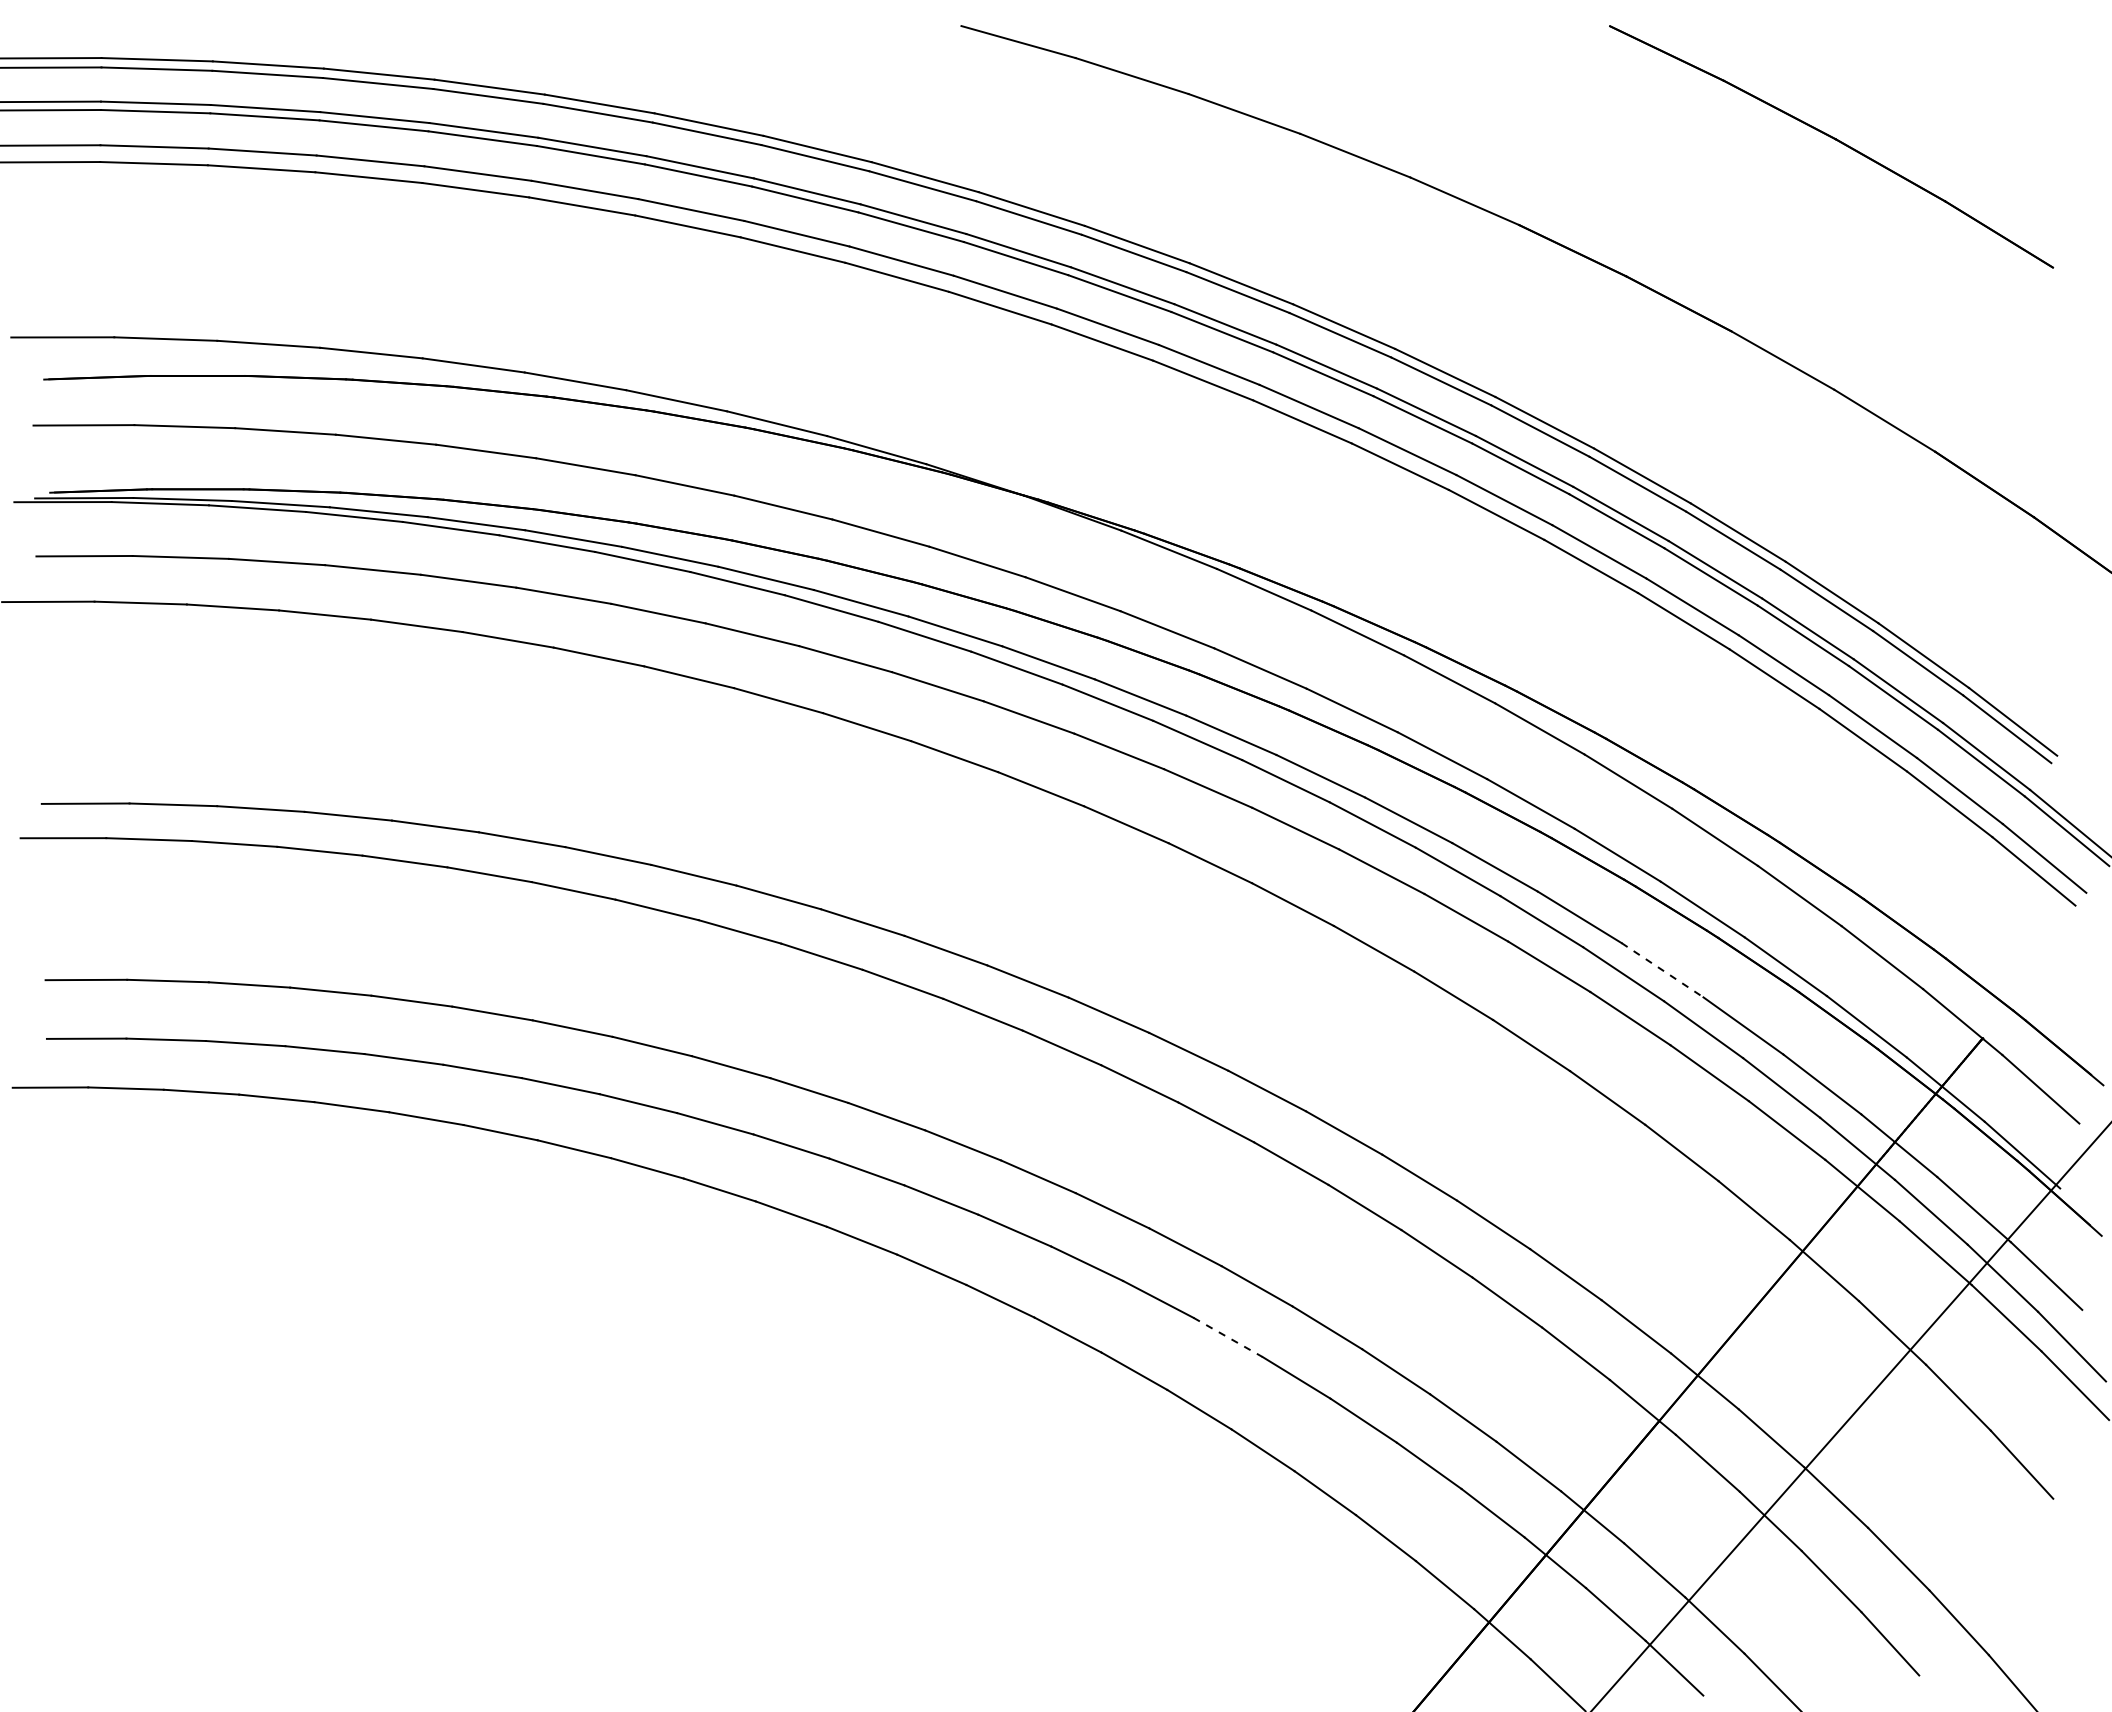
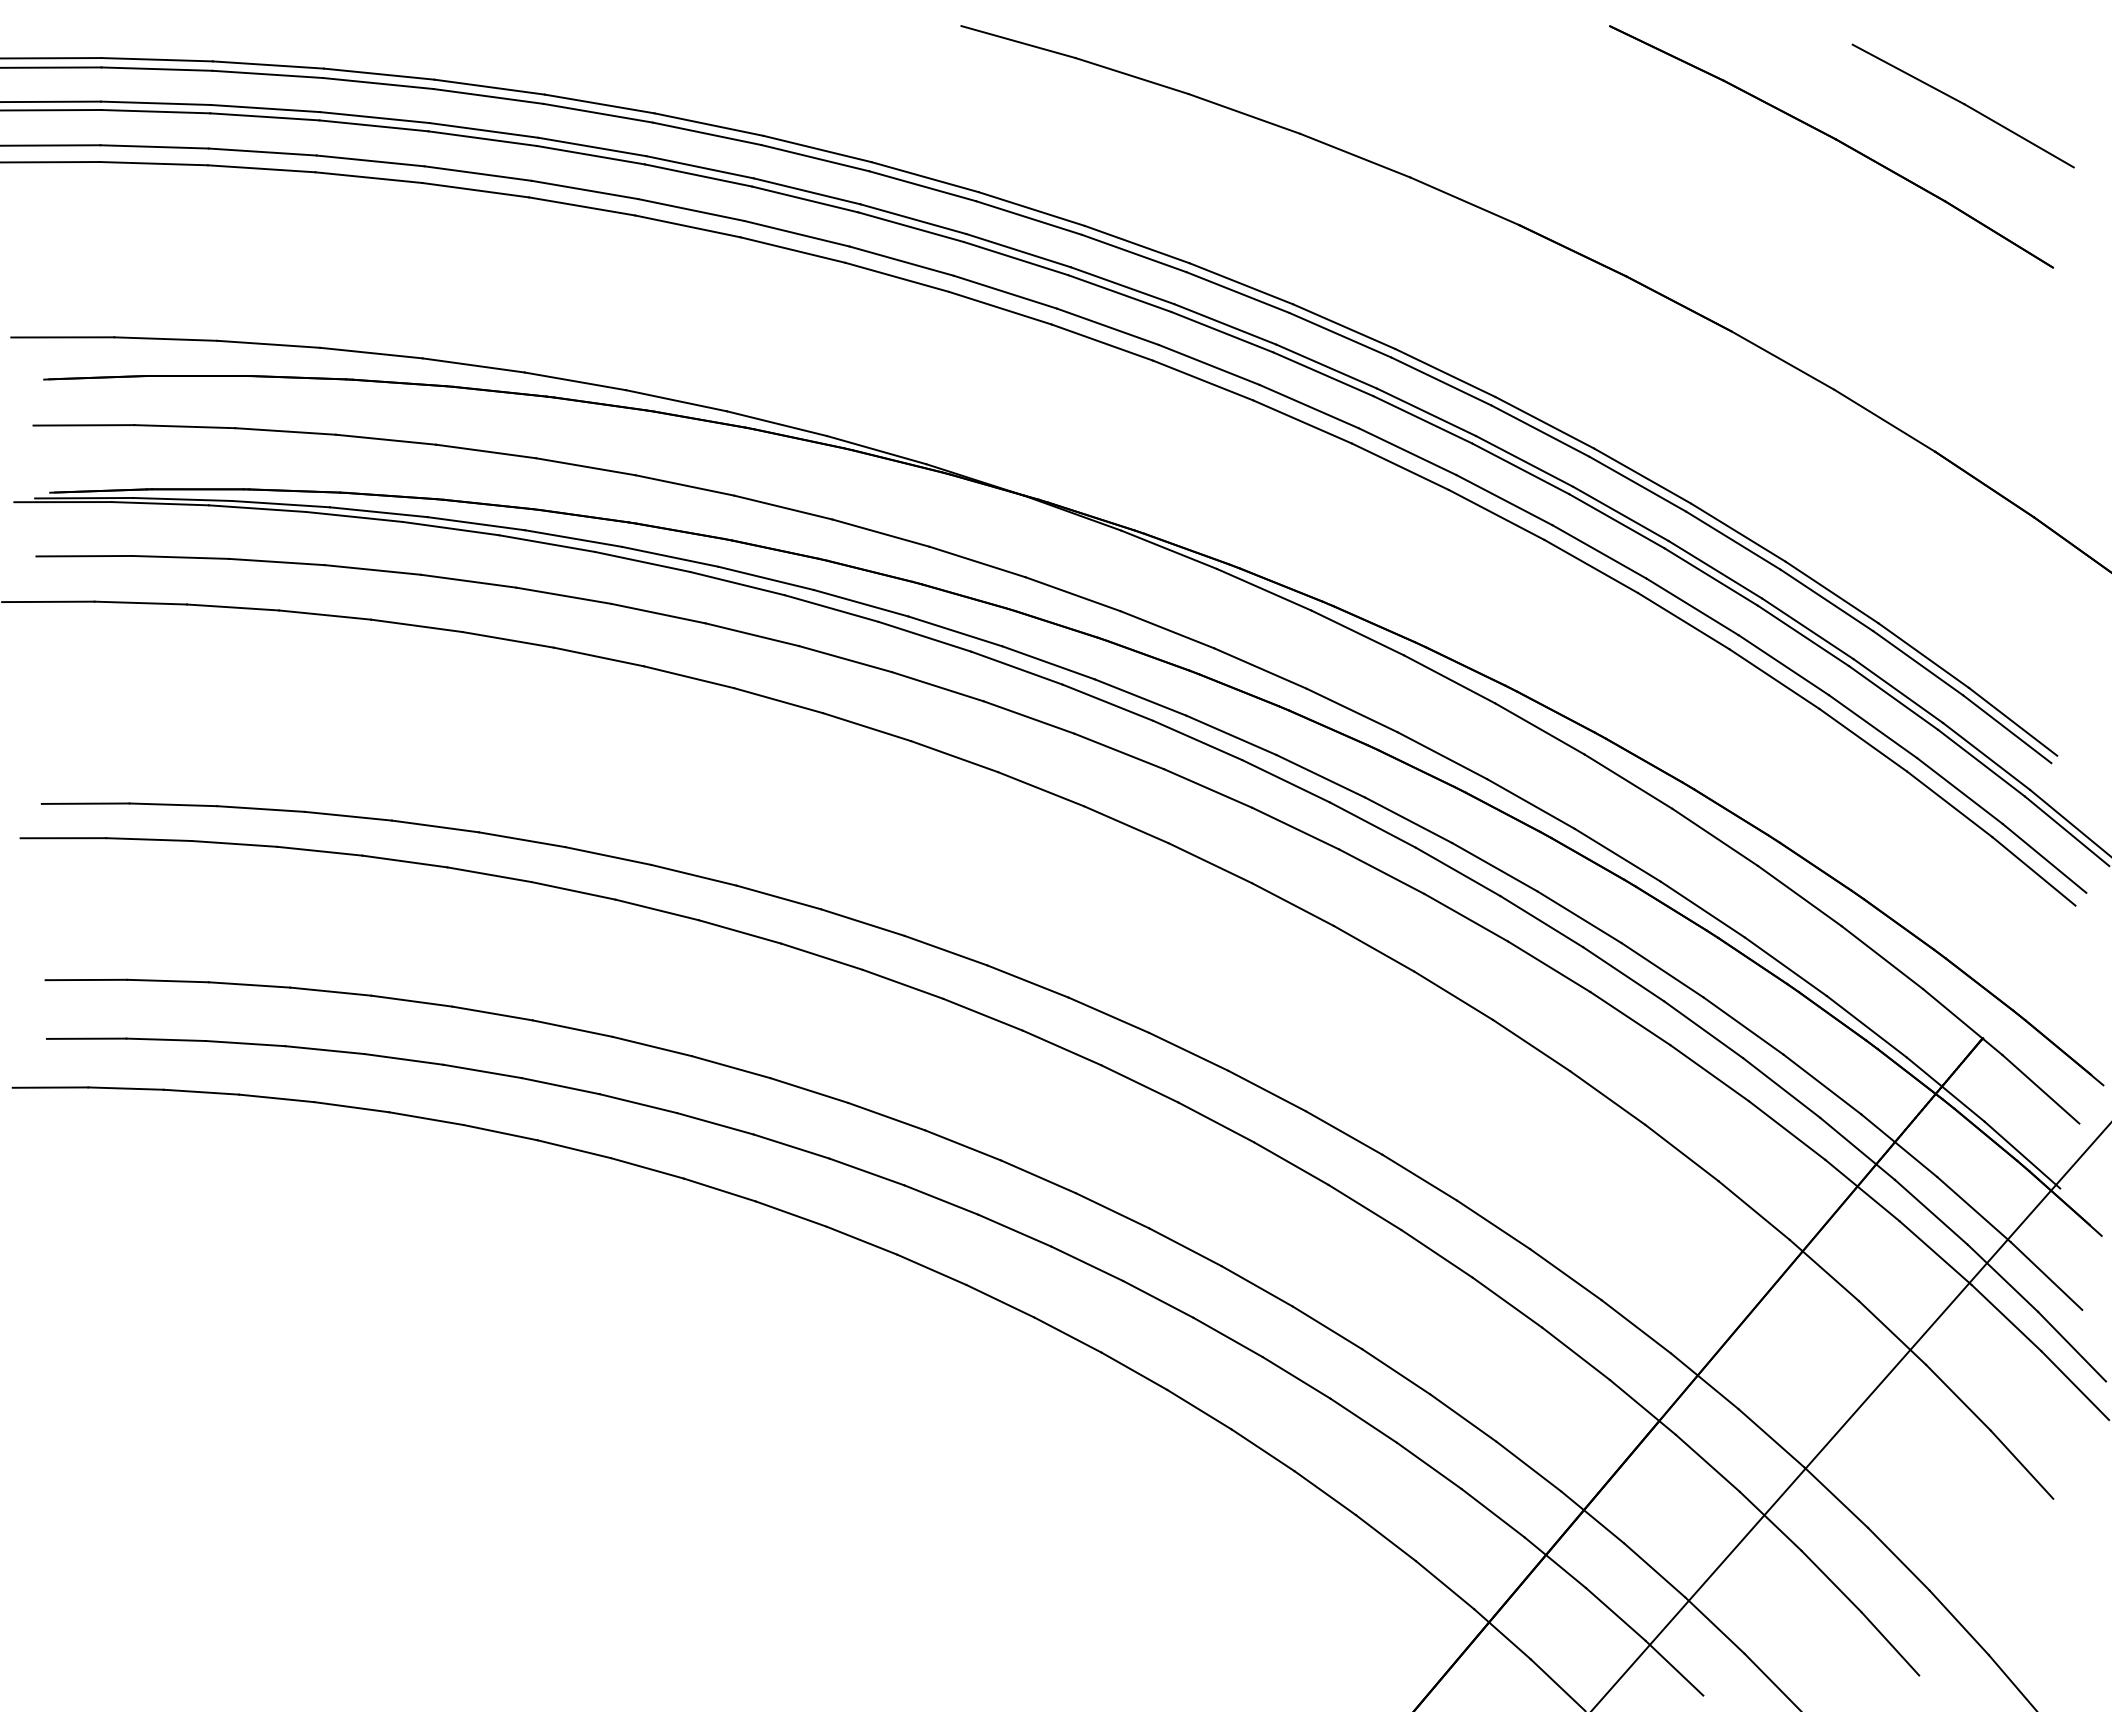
part at (1962, 105): none -> present
line at (1662, 970): dashed -> solid
line at (1228, 1337): dashed -> solid
